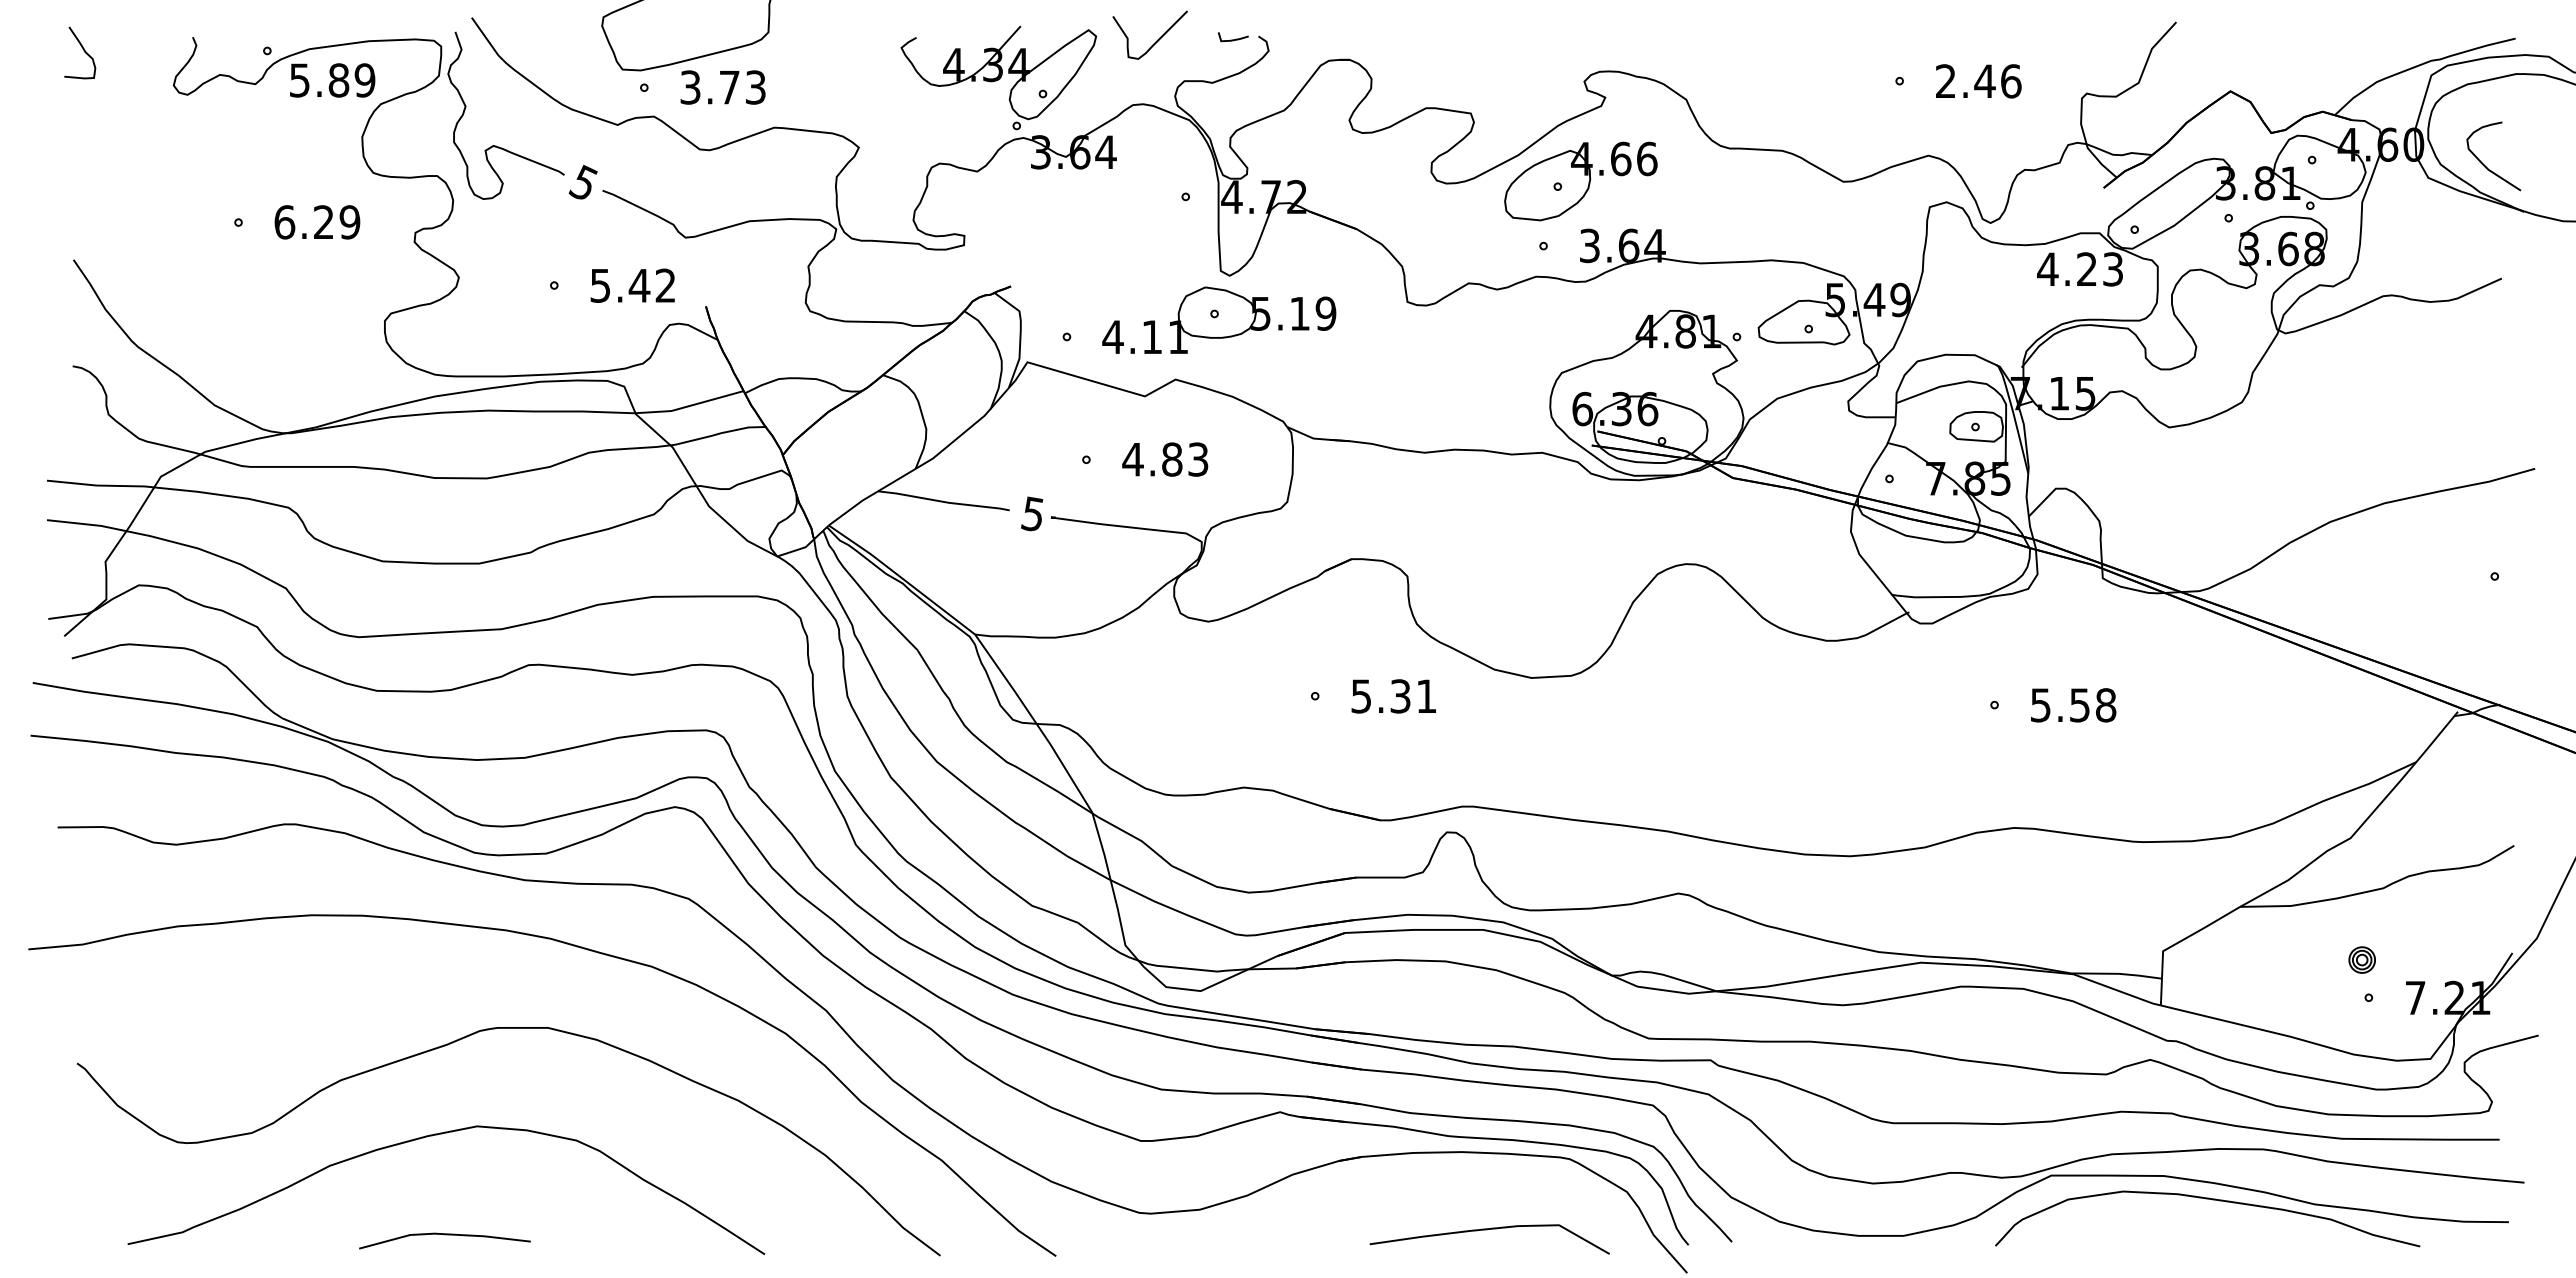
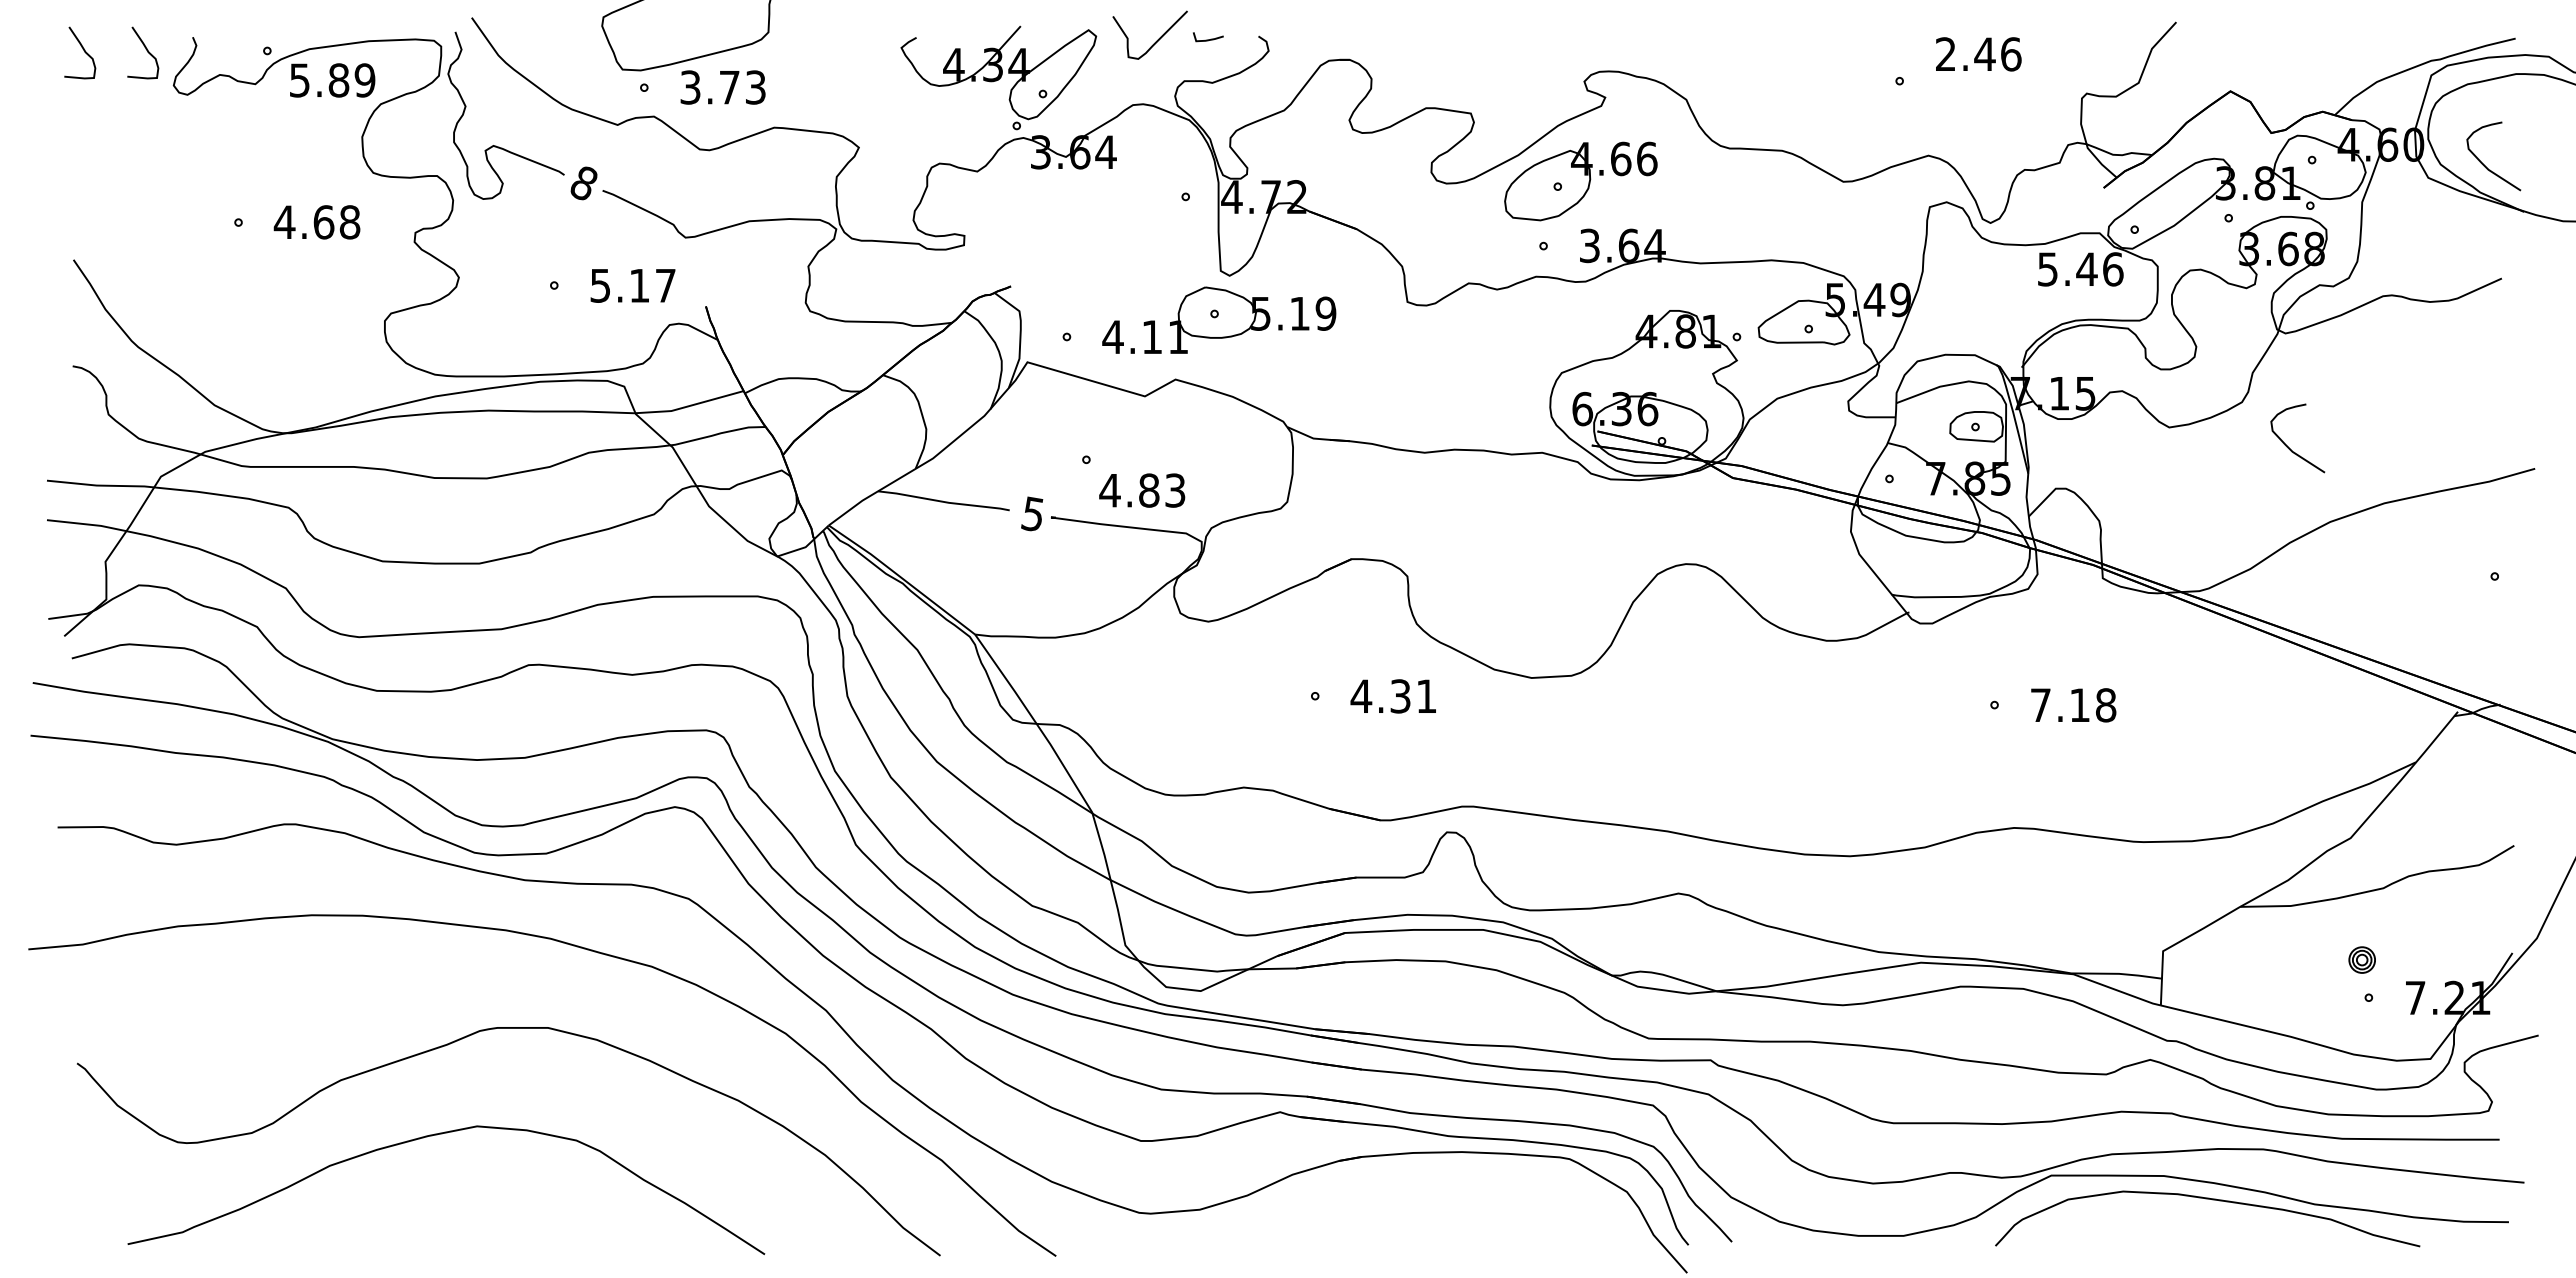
line at (1233, 39) position: (1233, 39) -> (1208, 39)
curve at (145, 49): none -> present
text at (1978, 81) position: (1978, 81) -> (1978, 54)
text at (582, 182): 5 -> 8
text at (316, 222): 6.29 -> 4.68
text at (2080, 269): 4.23 -> 5.46
text at (651, 285): 5.42 -> 5.17
curve at (2288, 446): none -> present
text at (1165, 459) position: (1165, 459) -> (1142, 490)
text at (1361, 696): 5.31 -> 4.31
text at (2060, 705): 5.58 -> 7.18
curve at (1487, 1230): present -> none
line at (444, 1235): present -> none
